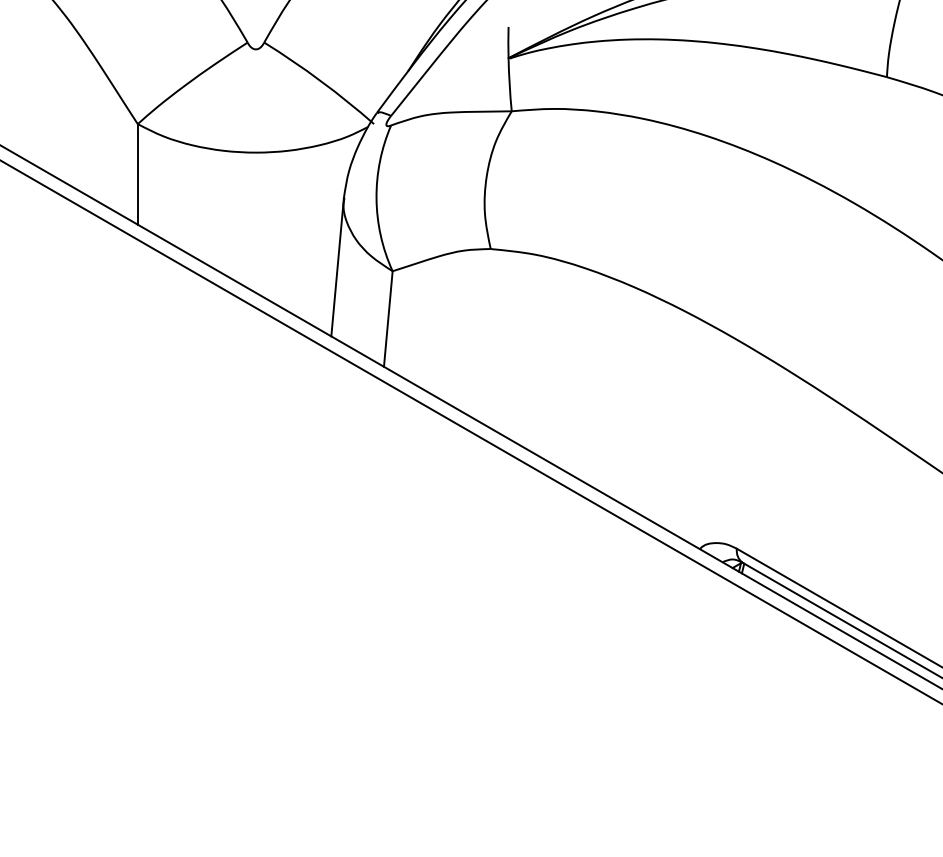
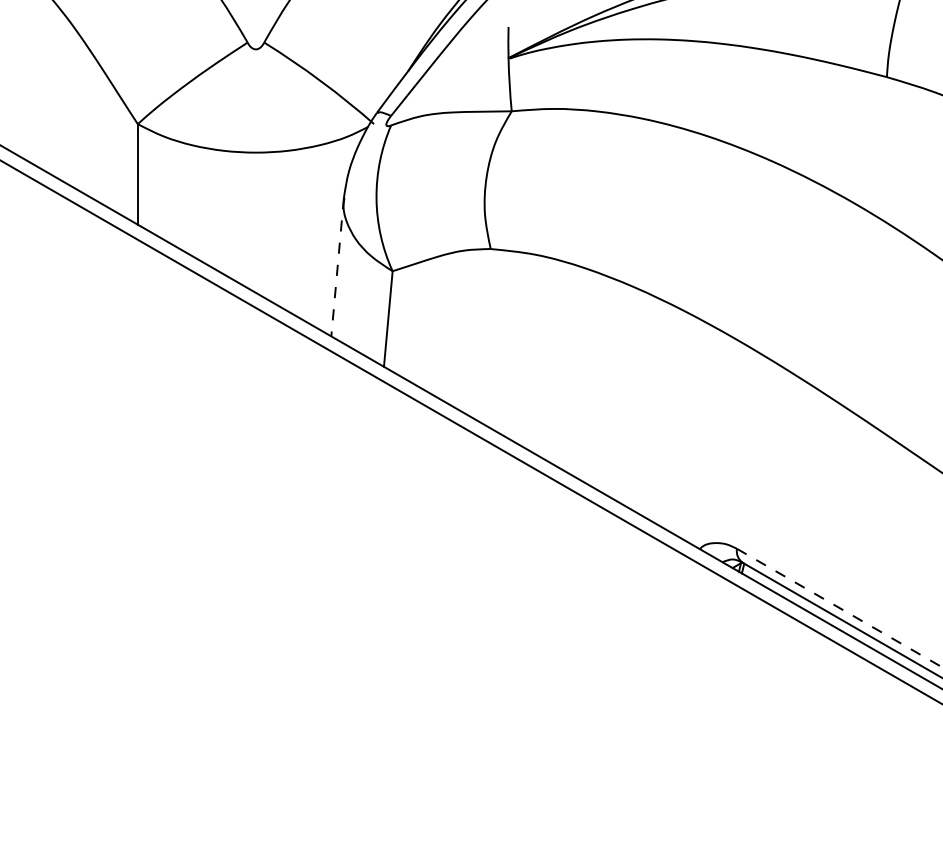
line at (337, 267): solid -> dashed
line at (840, 608): solid -> dashed
